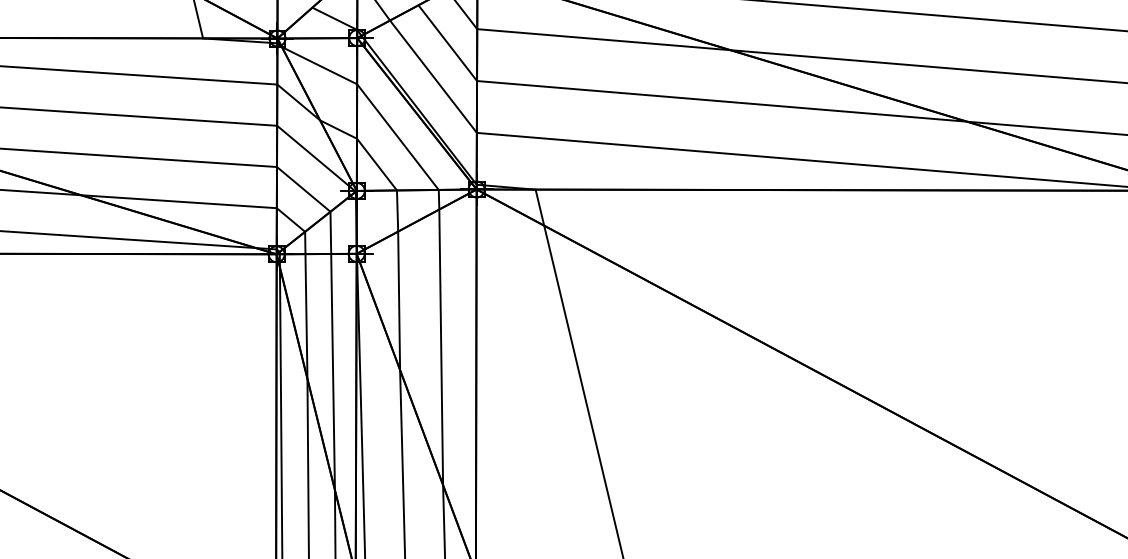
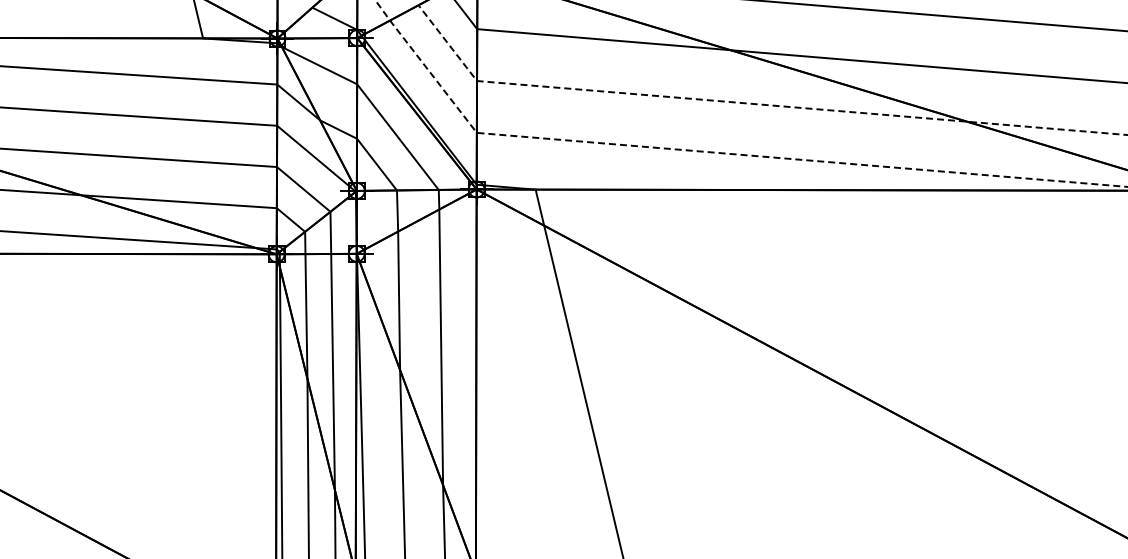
line at (753, 104): solid -> dashed
line at (716, 152): solid -> dashed
